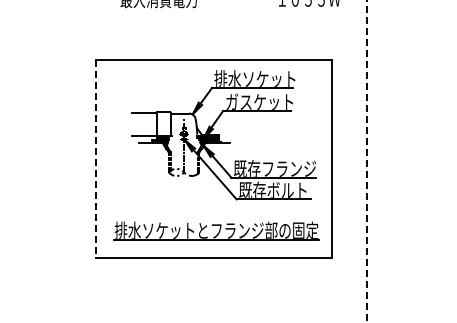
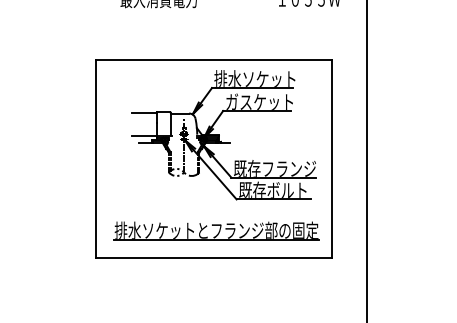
line at (96, 159): dashed -> solid
line at (366, 161): dashed -> solid
